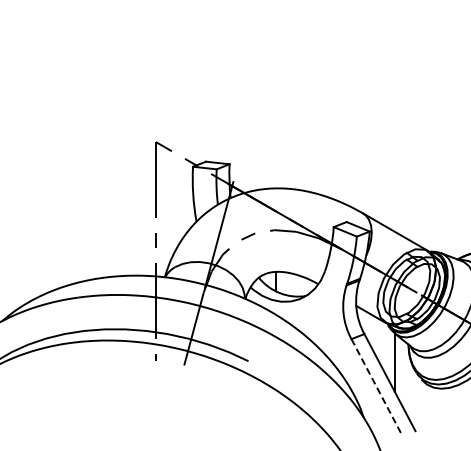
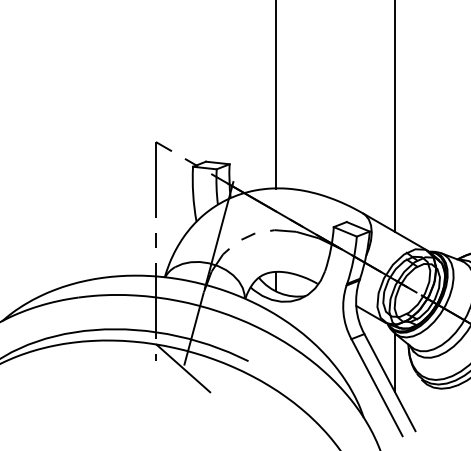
line at (275, 95): none -> present
line at (394, 116): none -> present
line at (182, 368): none -> present
line at (377, 387): dashed -> solid
